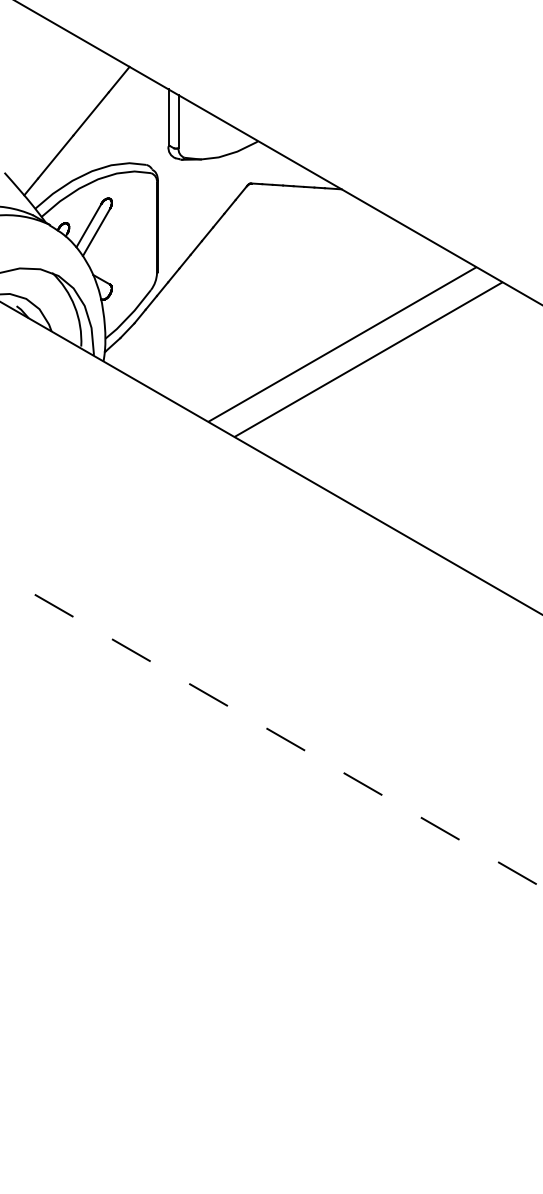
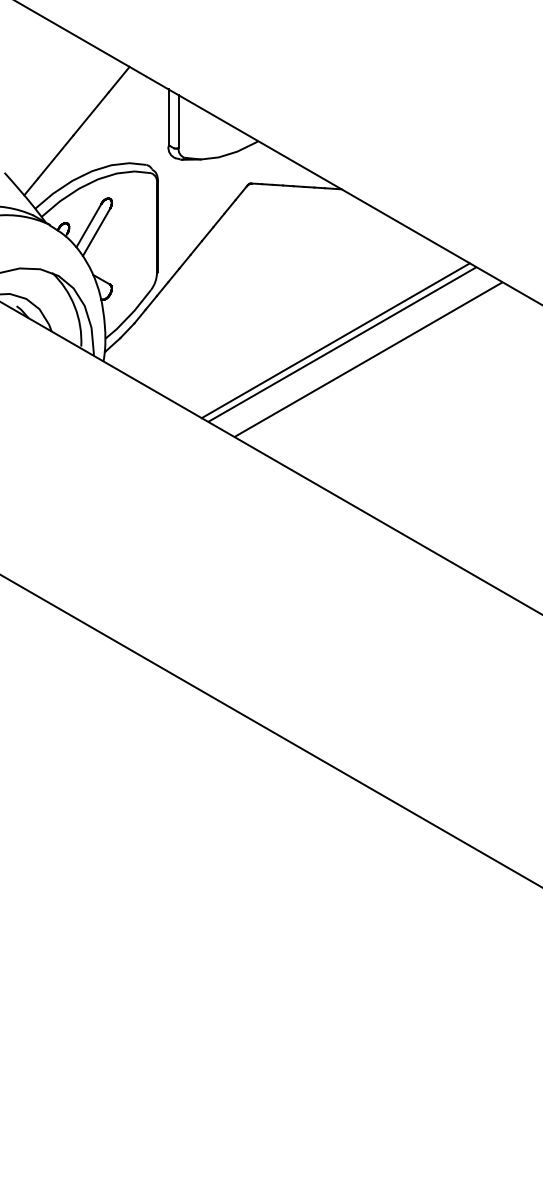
line at (335, 340): none -> present
line at (271, 731): dashed -> solid
